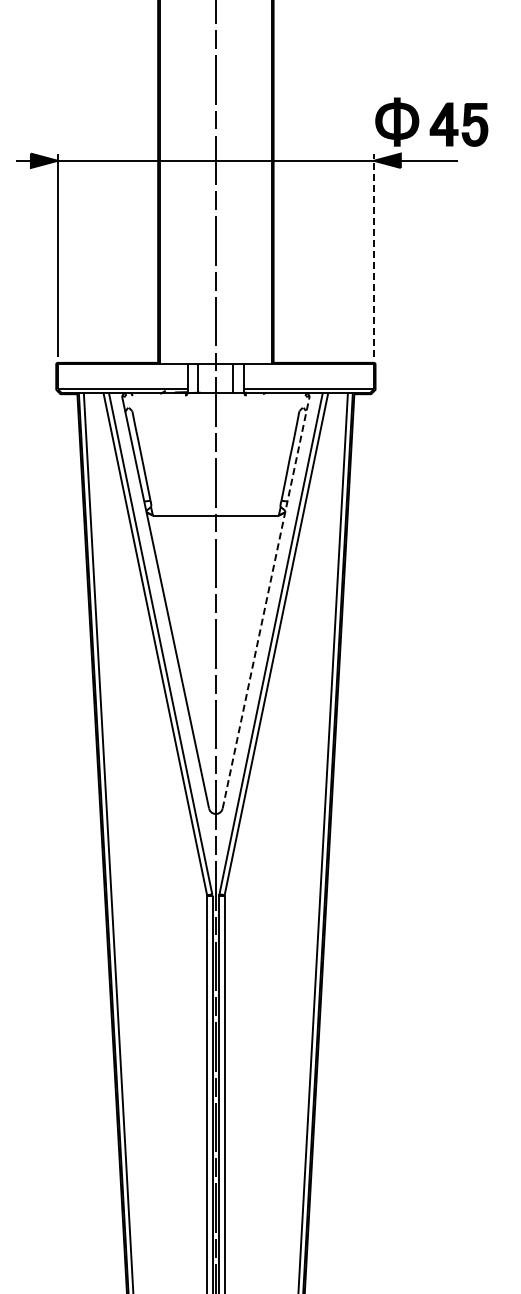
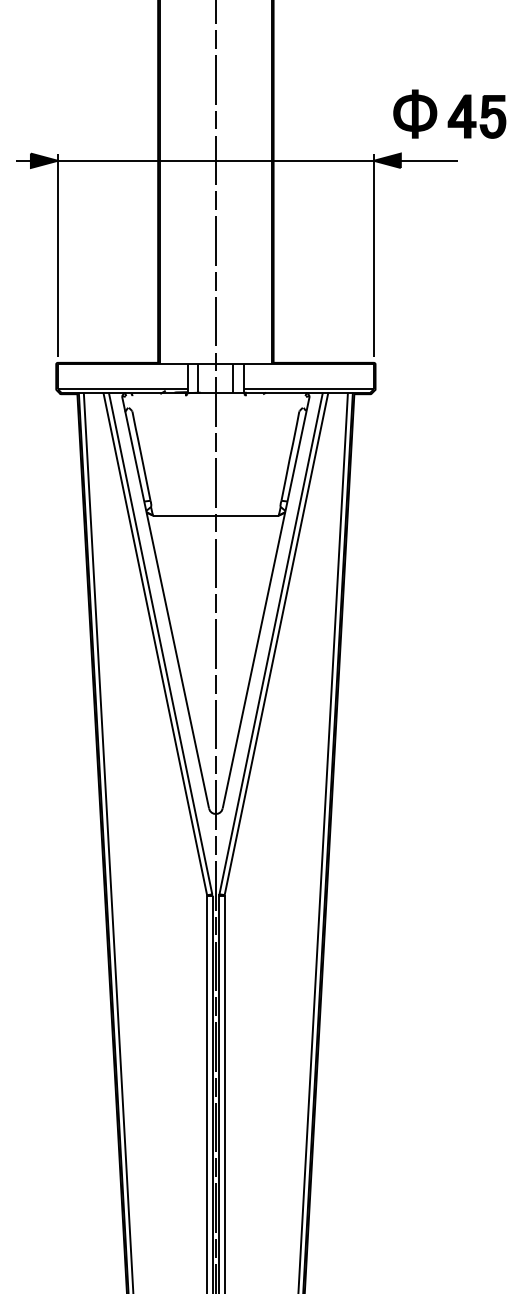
part at (431, 121) position: (431, 121) -> (449, 113)
line at (373, 255): dashed -> solid
line at (266, 602): dashed -> solid
